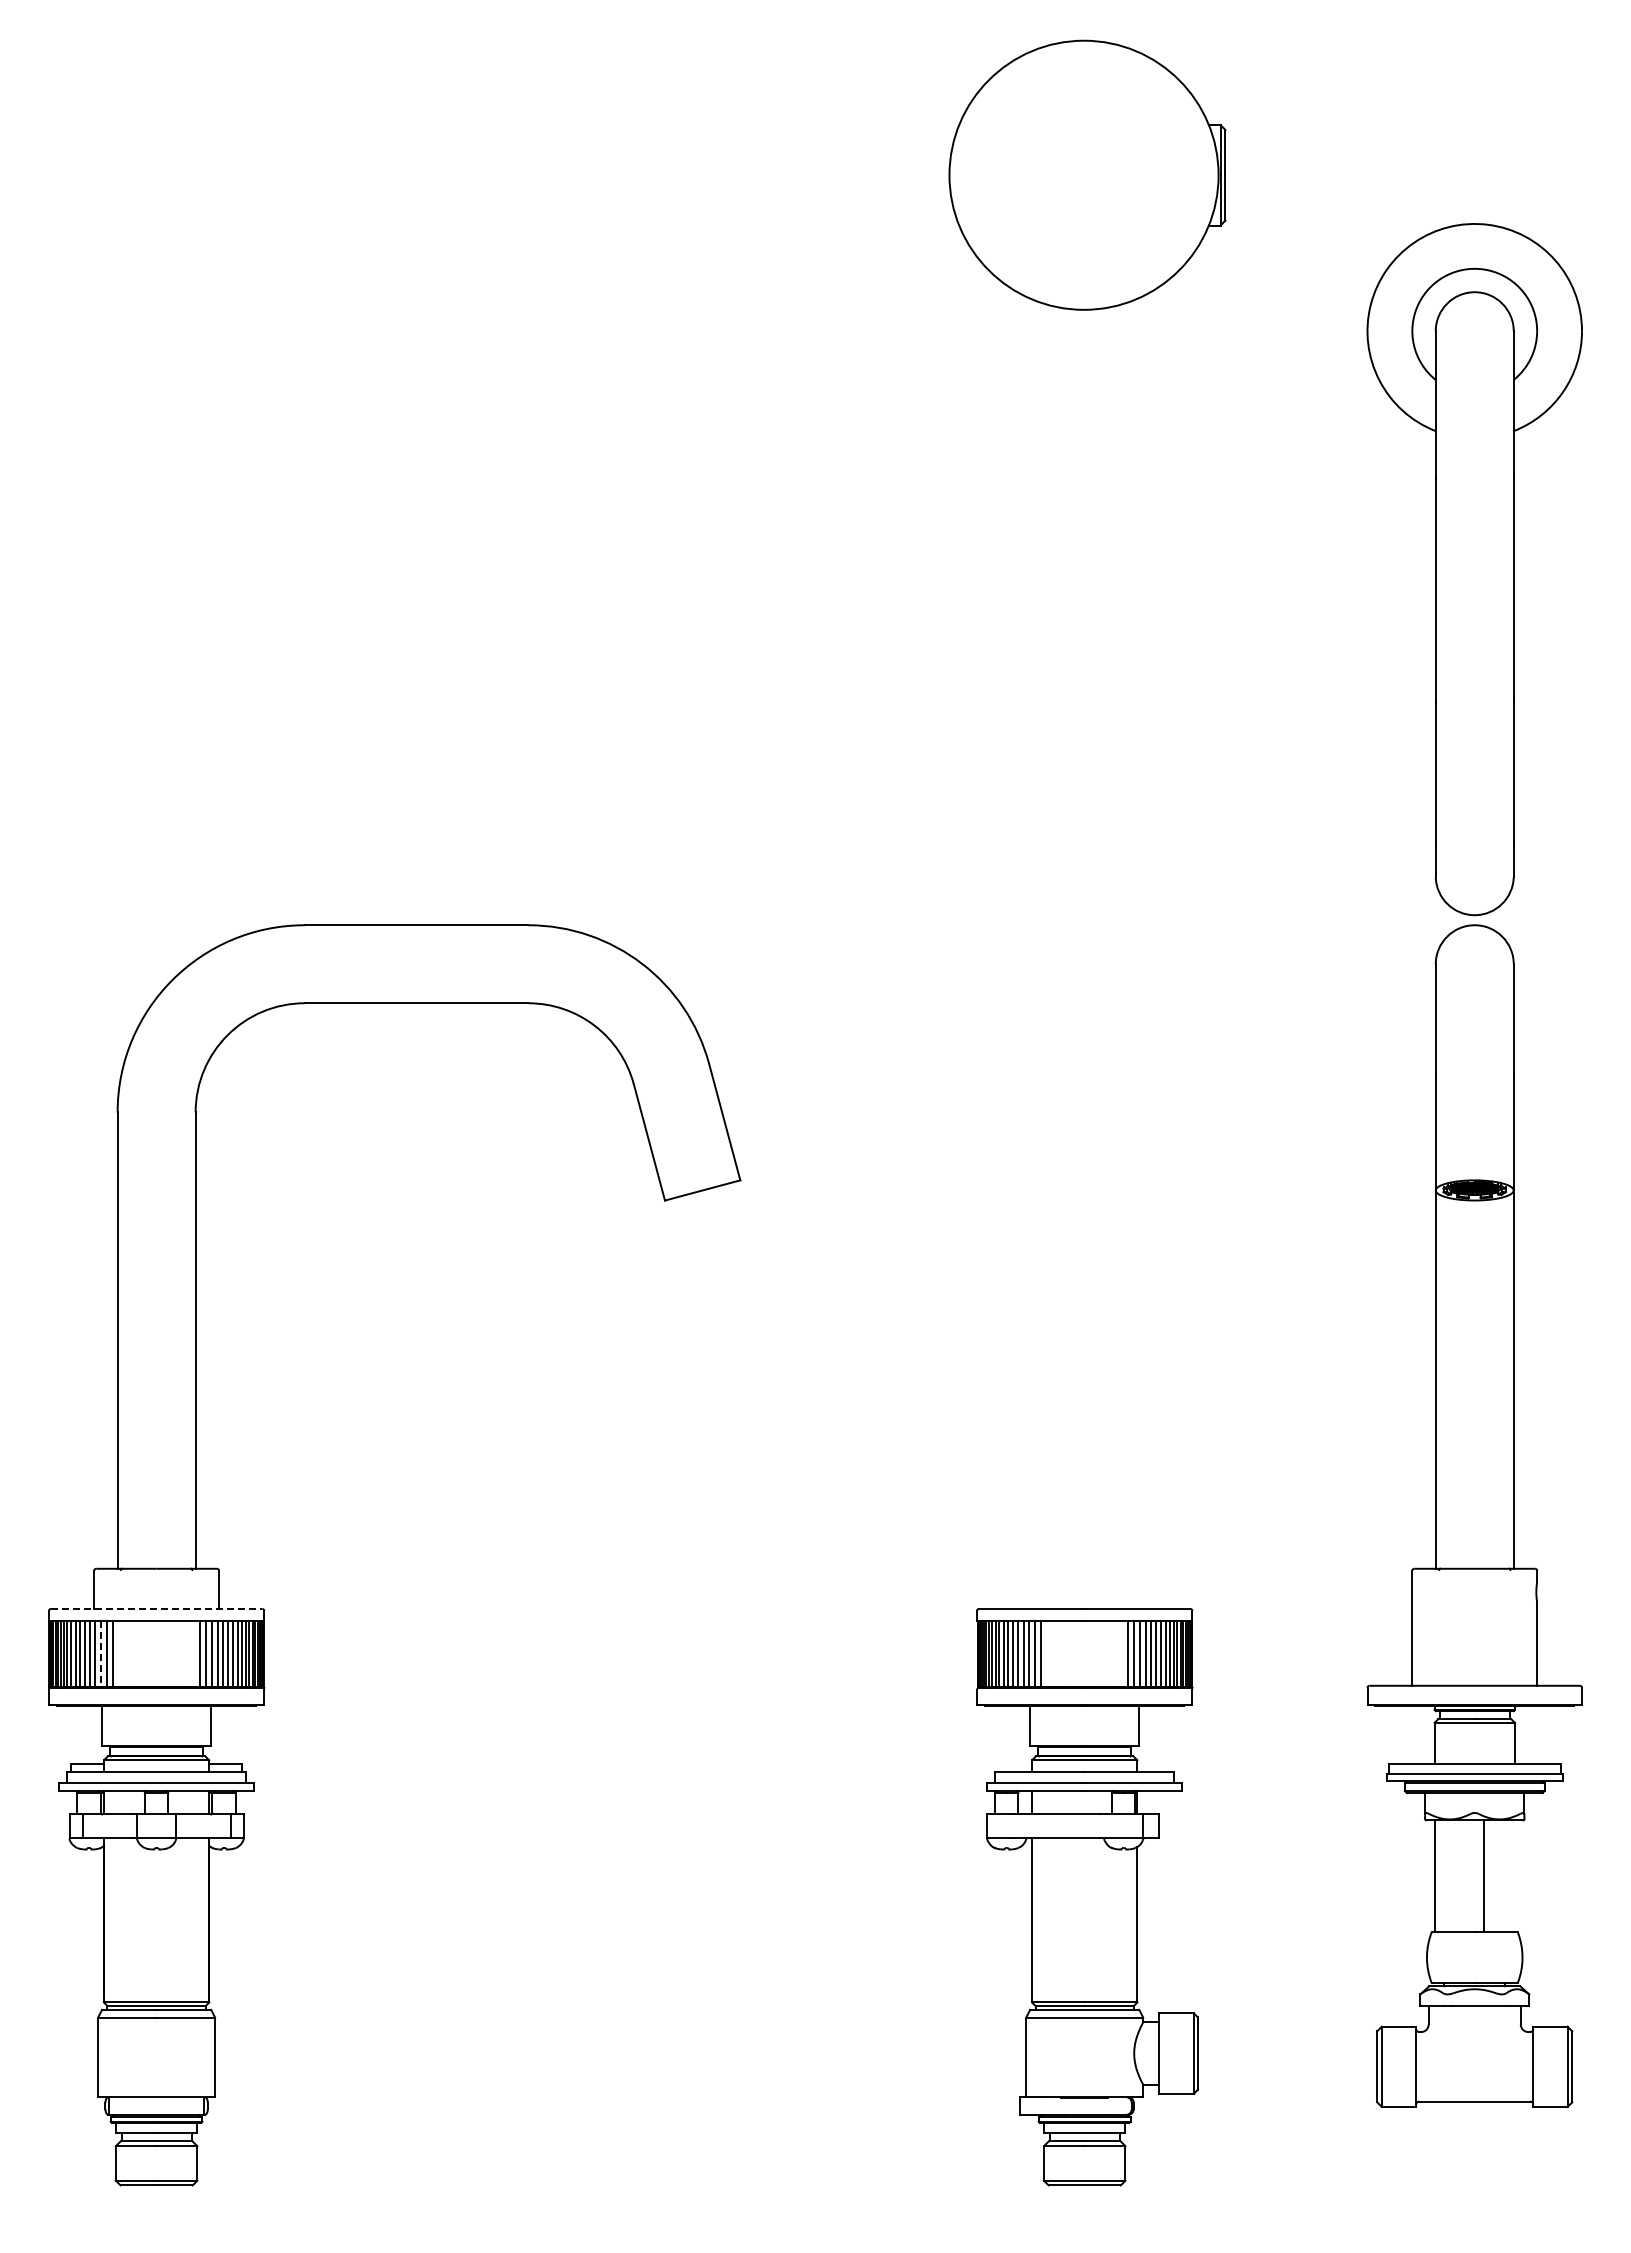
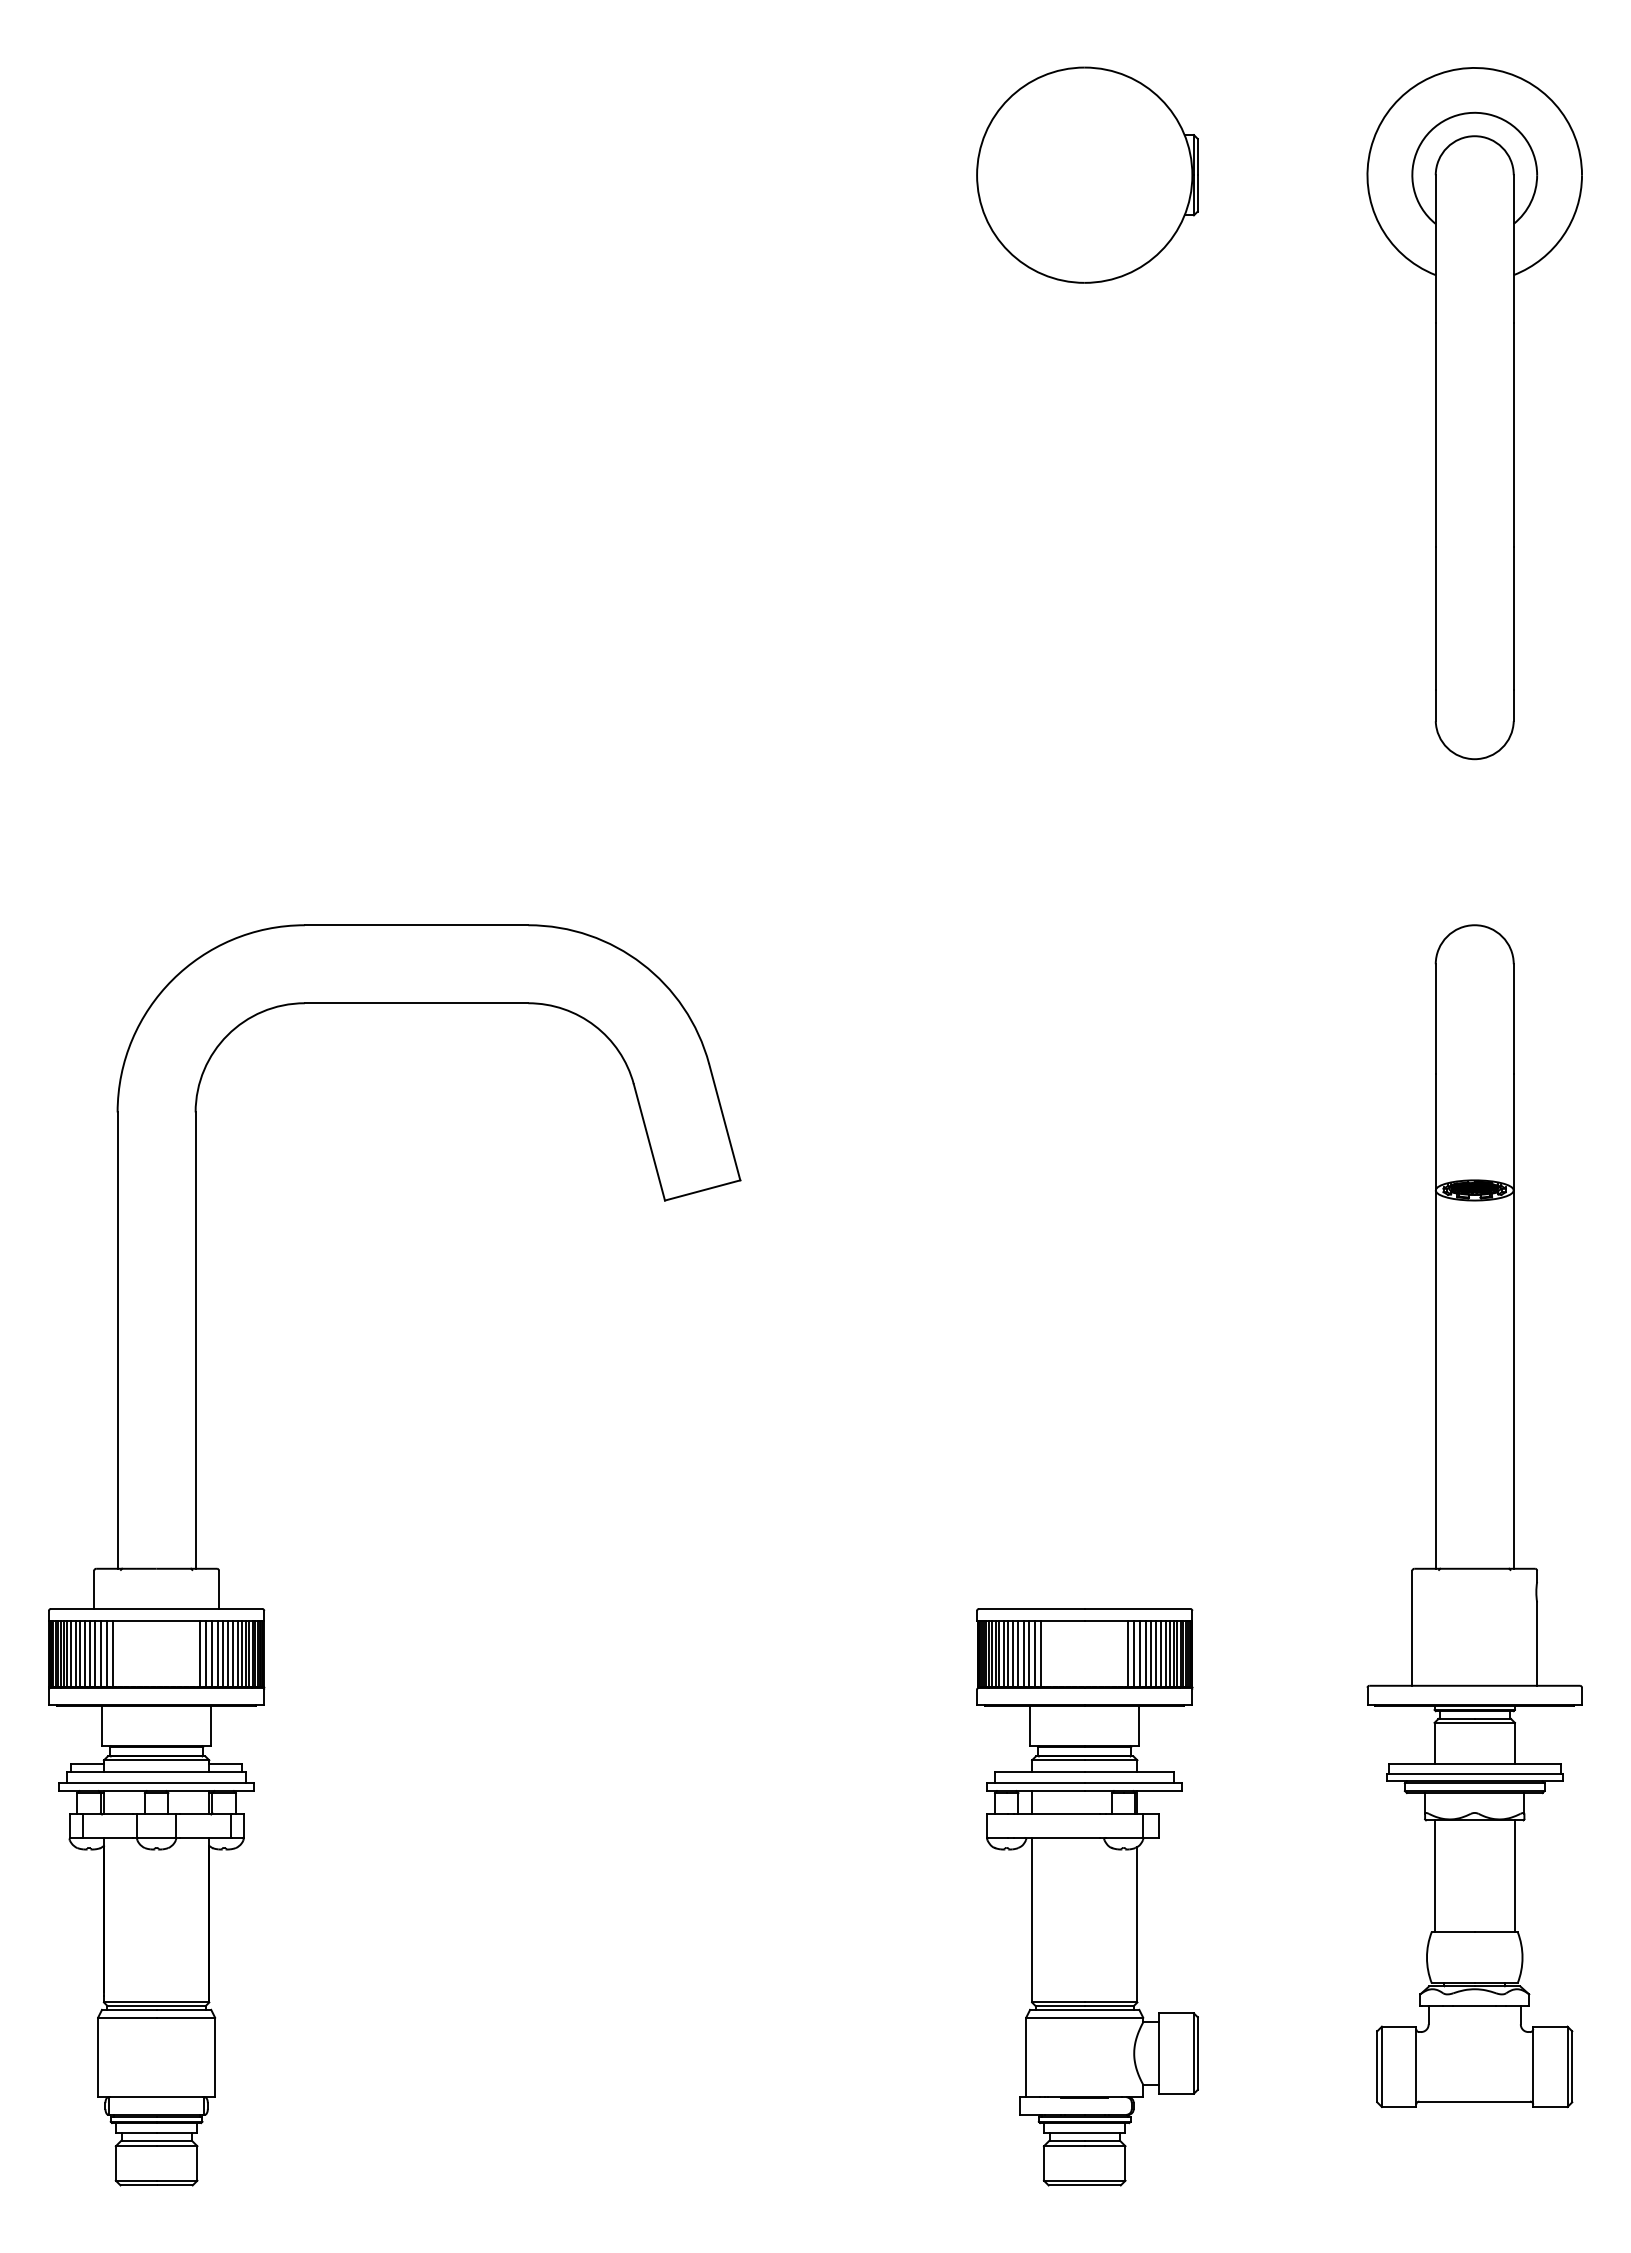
part at (1087, 174) size: 279x272 px -> 223x218 px
part at (1474, 569) position: (1474, 569) -> (1474, 413)
line at (156, 1608): dashed -> solid
line at (101, 1654): dashed -> solid
line at (1483, 1875) position: (1483, 1875) -> (1514, 1875)
